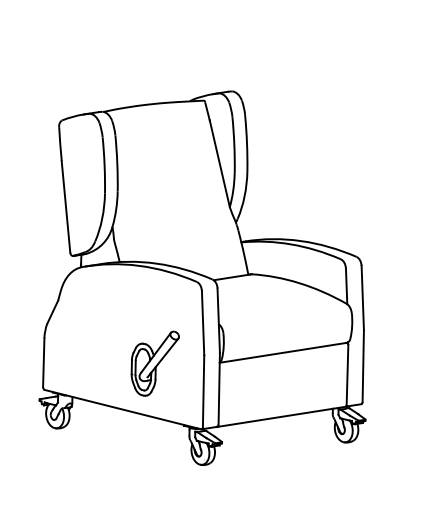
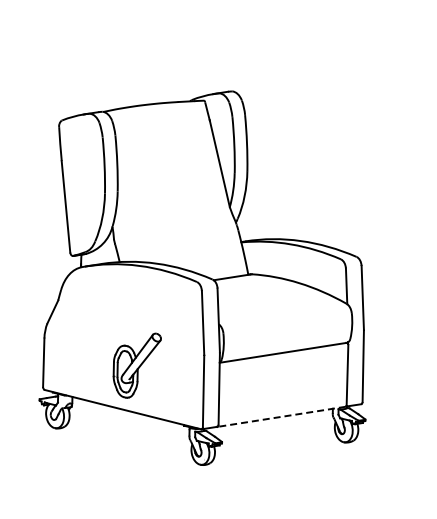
part at (154, 363) position: (154, 363) -> (136, 365)
line at (281, 416): solid -> dashed
